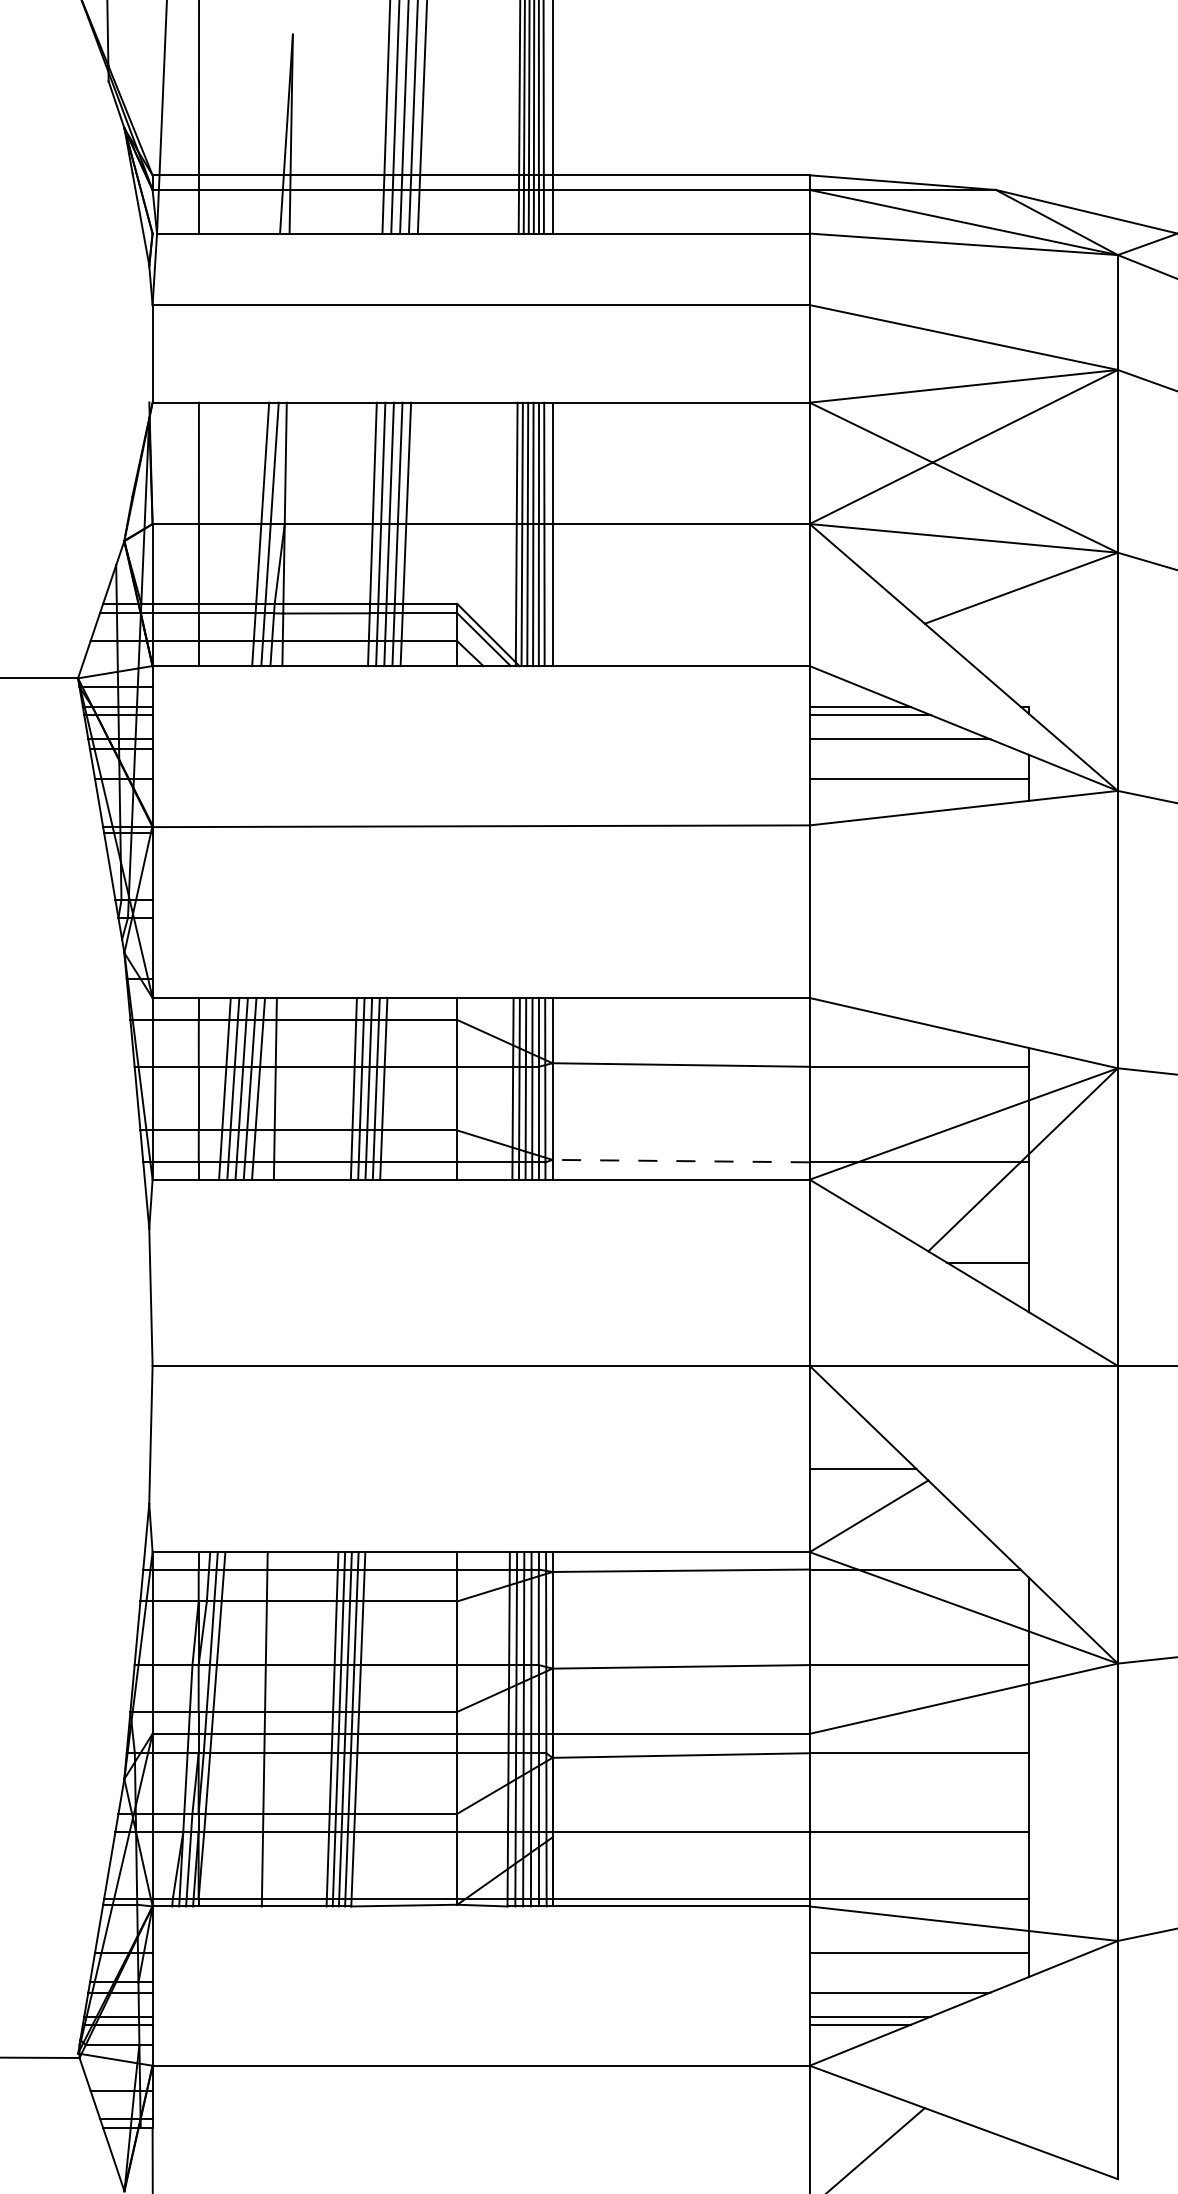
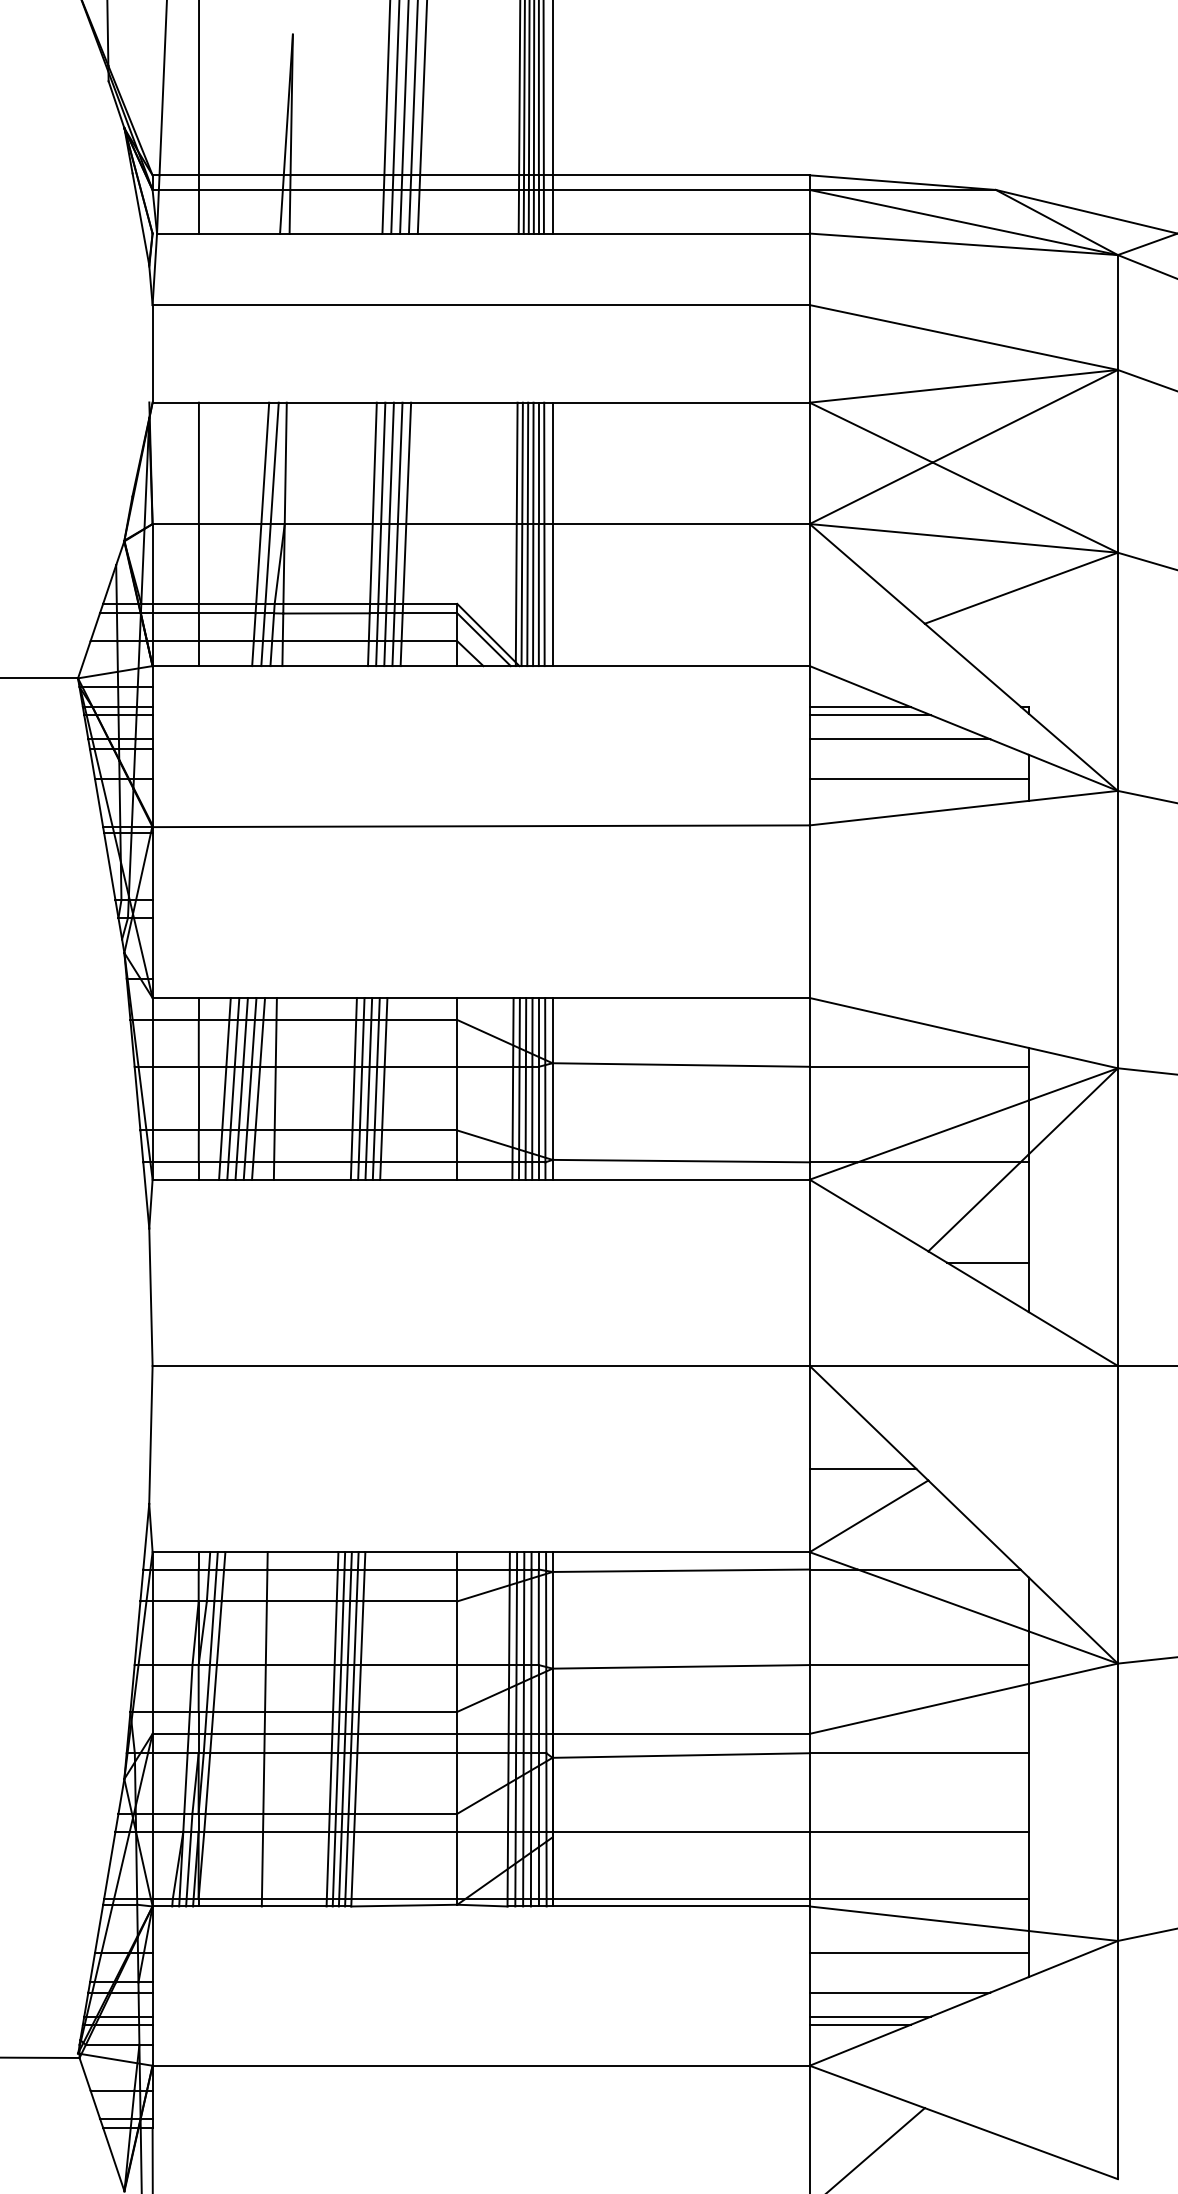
line at (681, 1161): dashed -> solid
line at (140, 2158): none -> present
